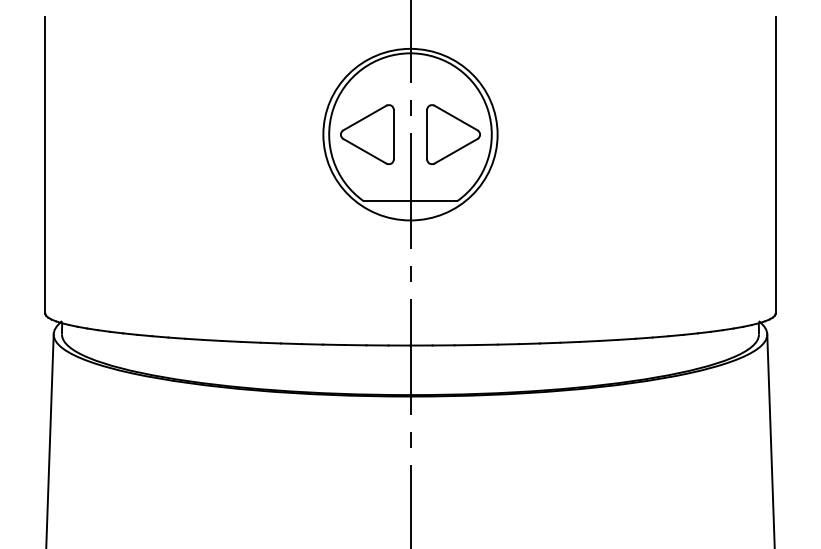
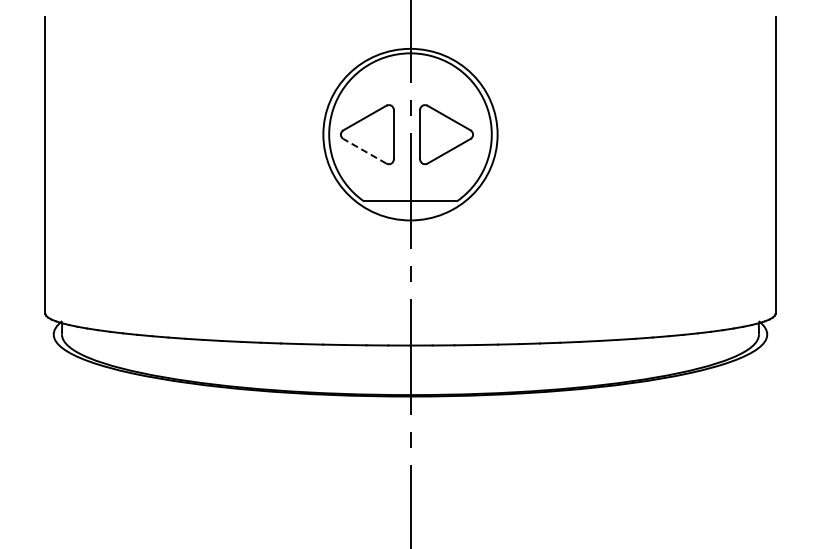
part at (453, 134) position: (453, 134) -> (446, 134)
line at (364, 151): solid -> dashed
line at (49, 439): present -> none
line at (770, 439): present -> none
